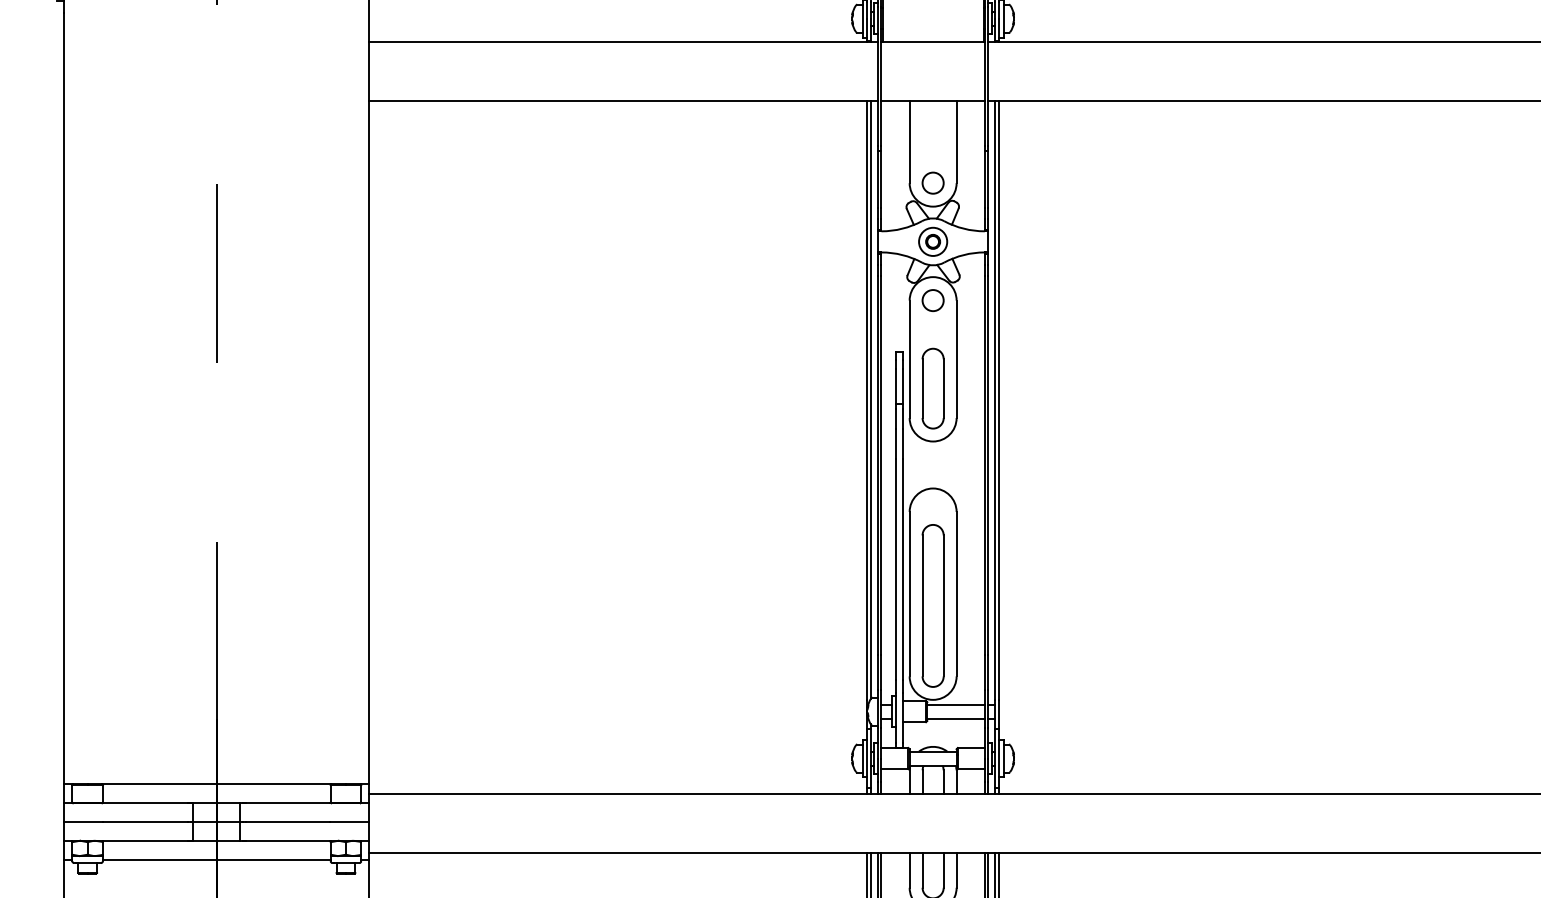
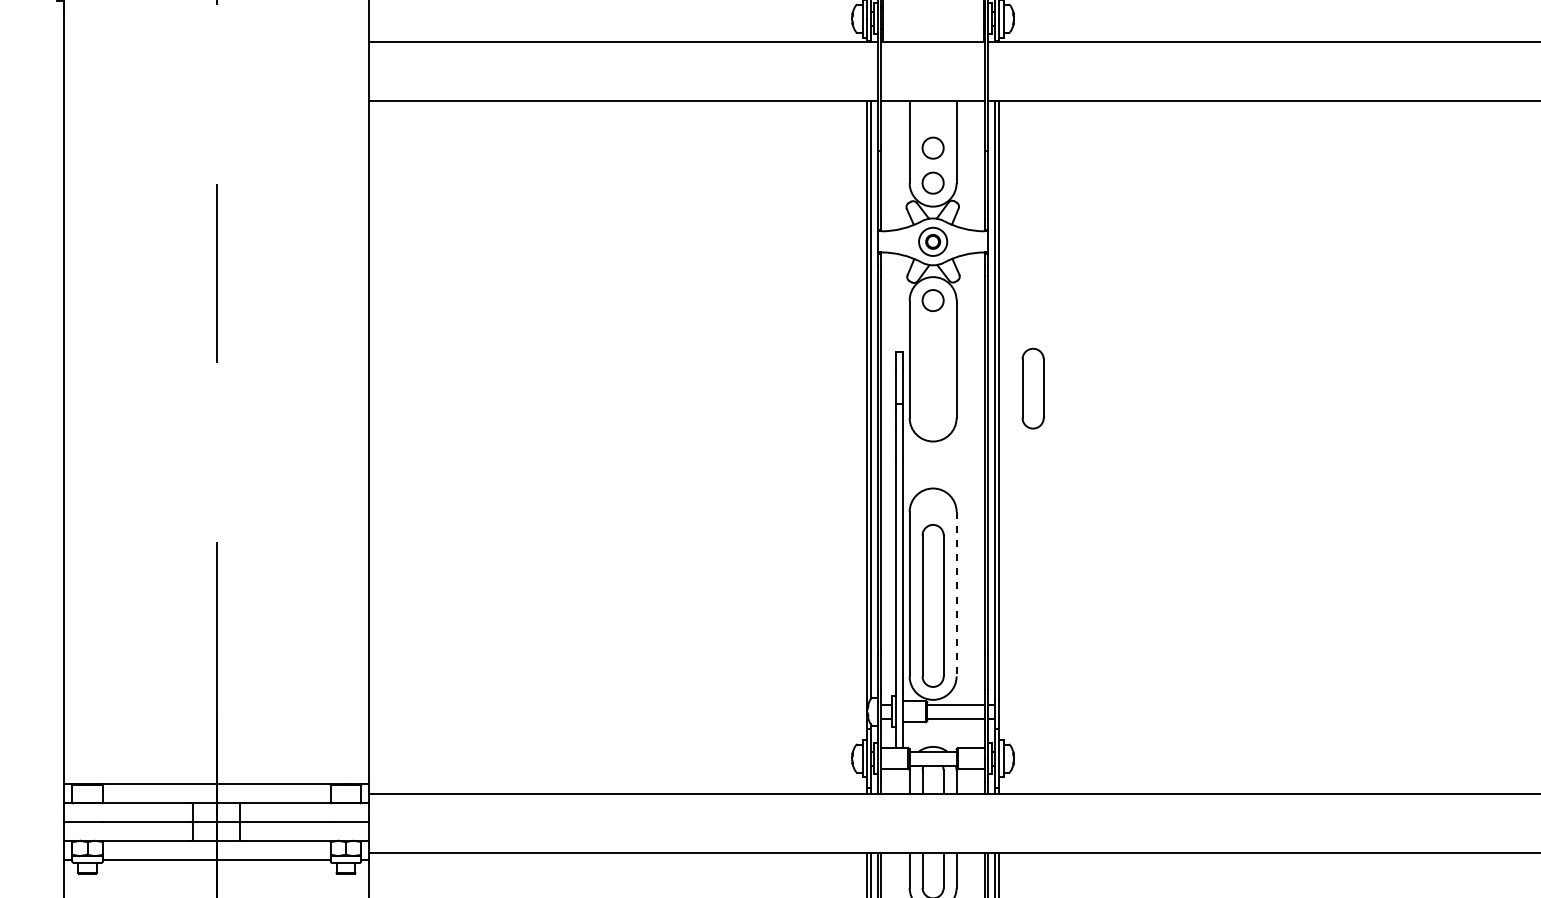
circle at (932, 147): none -> present
part at (932, 388) position: (932, 388) -> (1032, 388)
line at (956, 594): solid -> dashed
